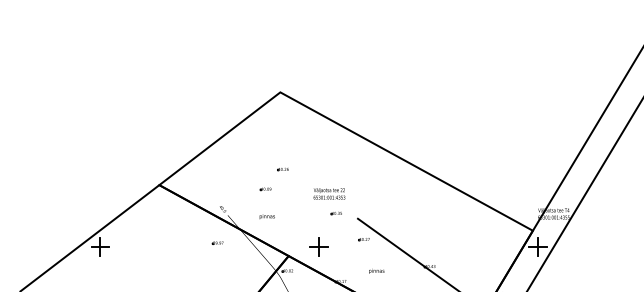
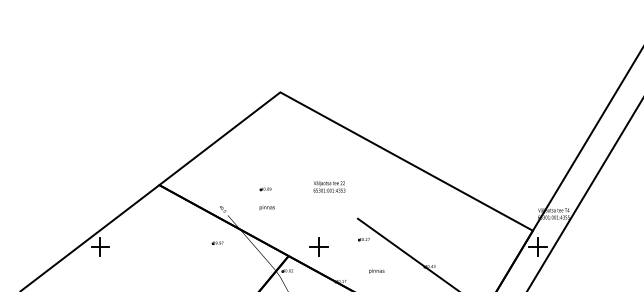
part at (282, 169): present -> none
text at (329, 193) position: (329, 193) -> (329, 186)
part at (335, 213): present -> none
text at (266, 216) position: (266, 216) -> (266, 207)
